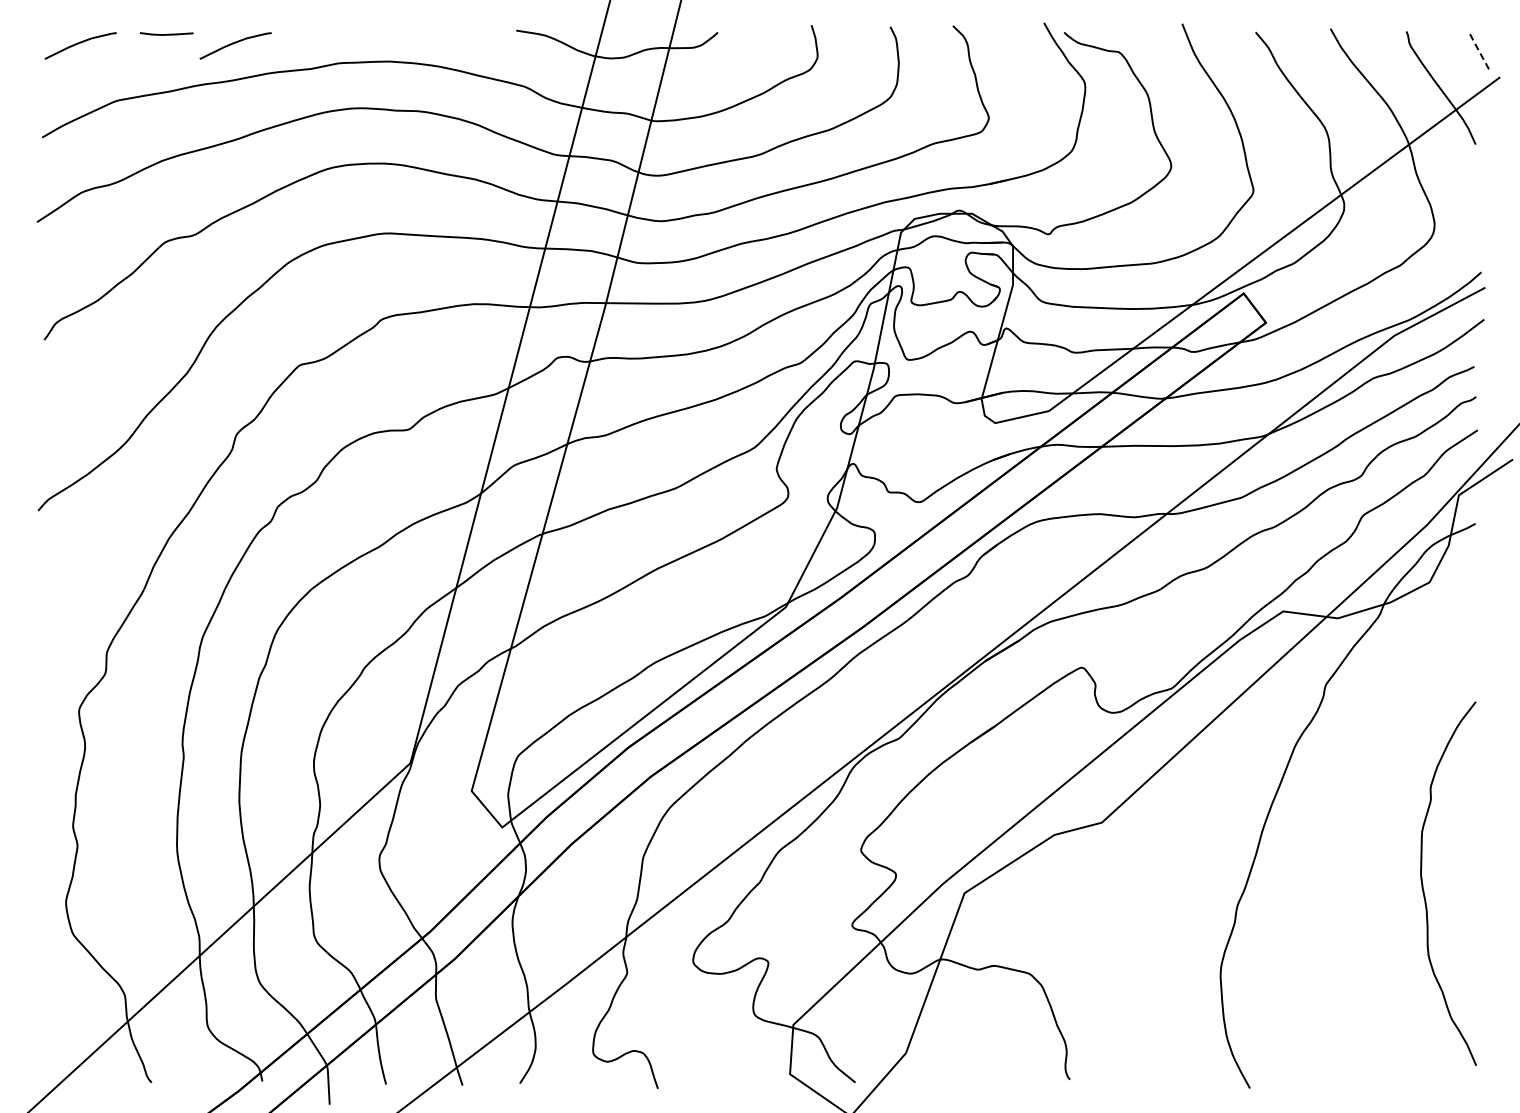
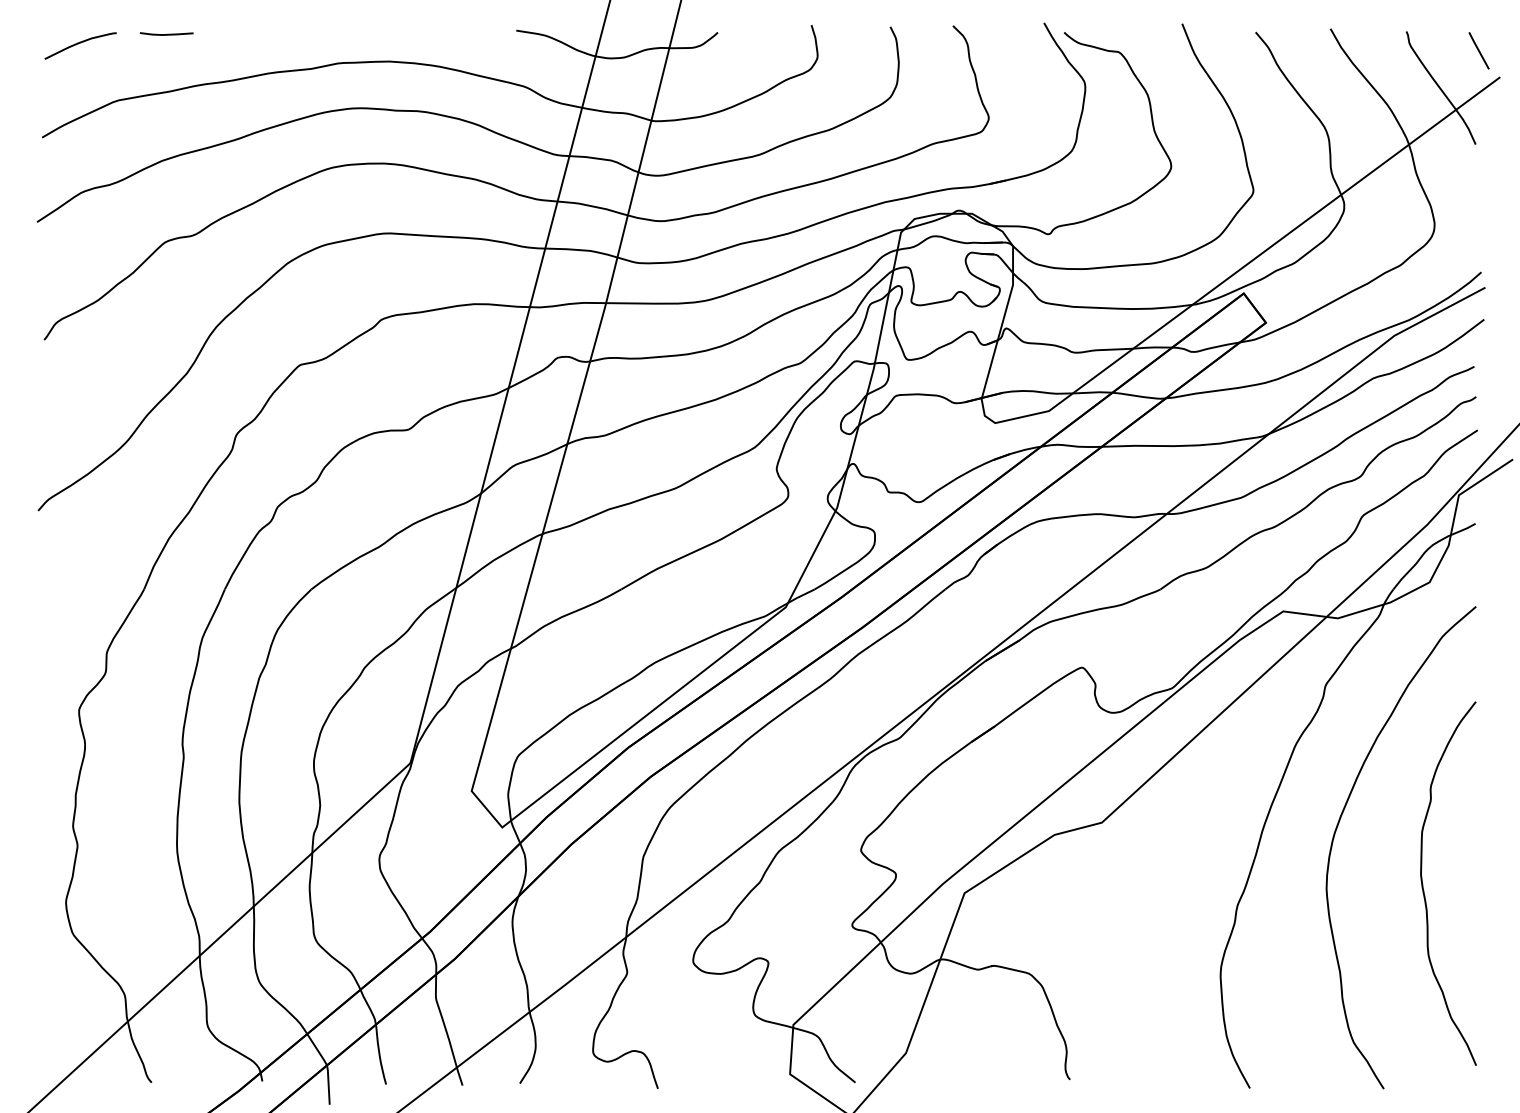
curve at (235, 43): present -> none
line at (1478, 50): dashed -> solid
curve at (1338, 826): none -> present
